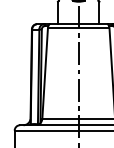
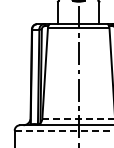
line at (78, 118): solid -> dashed
line at (64, 130): solid -> dashed
